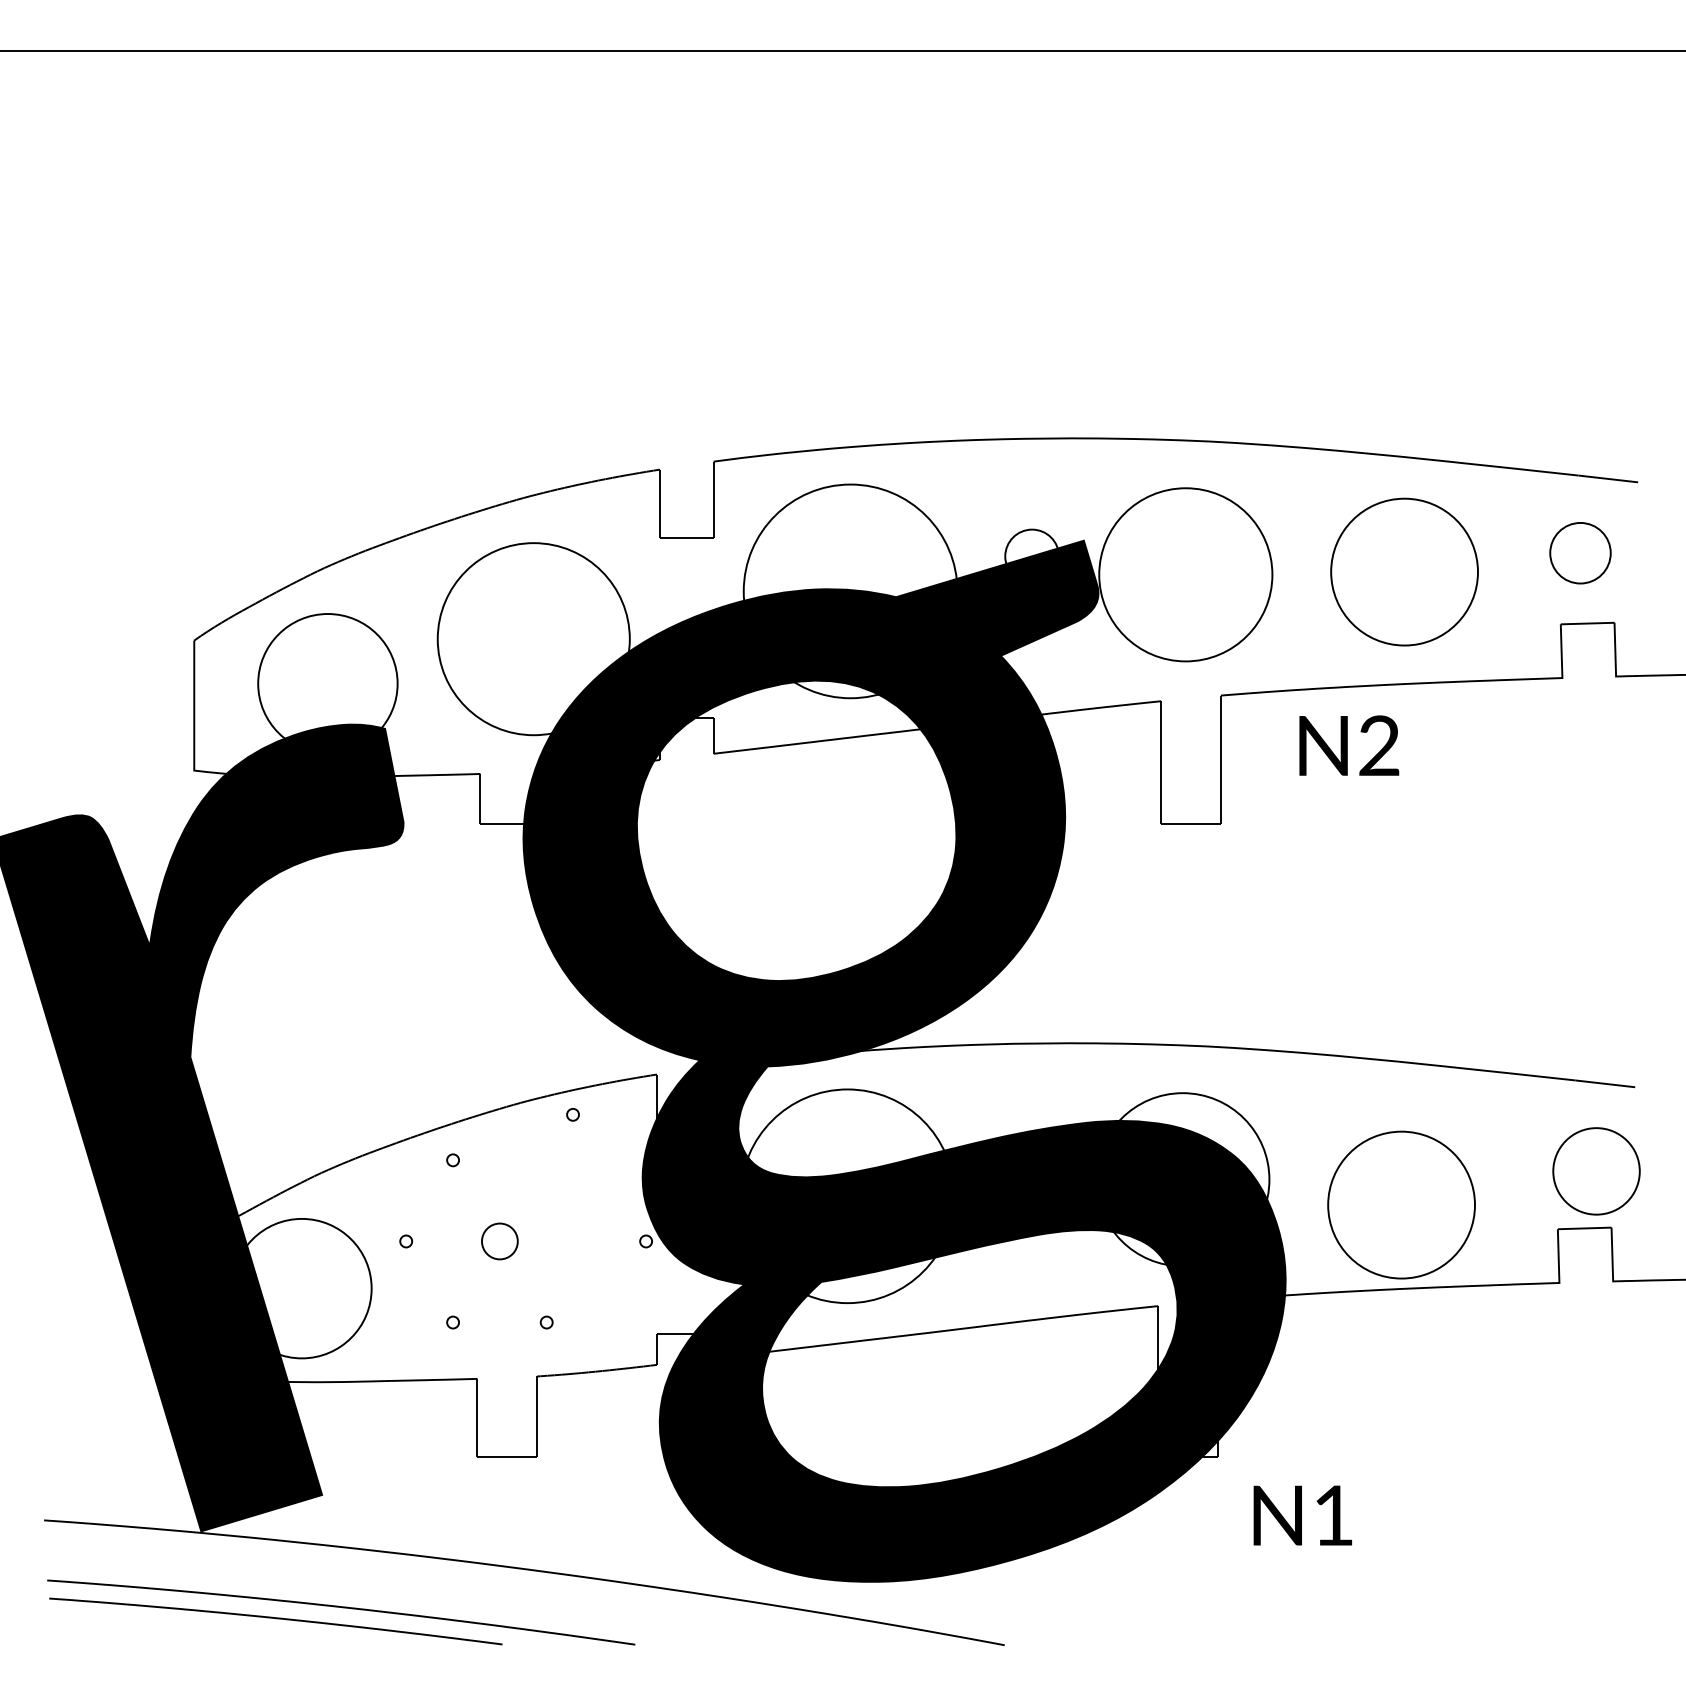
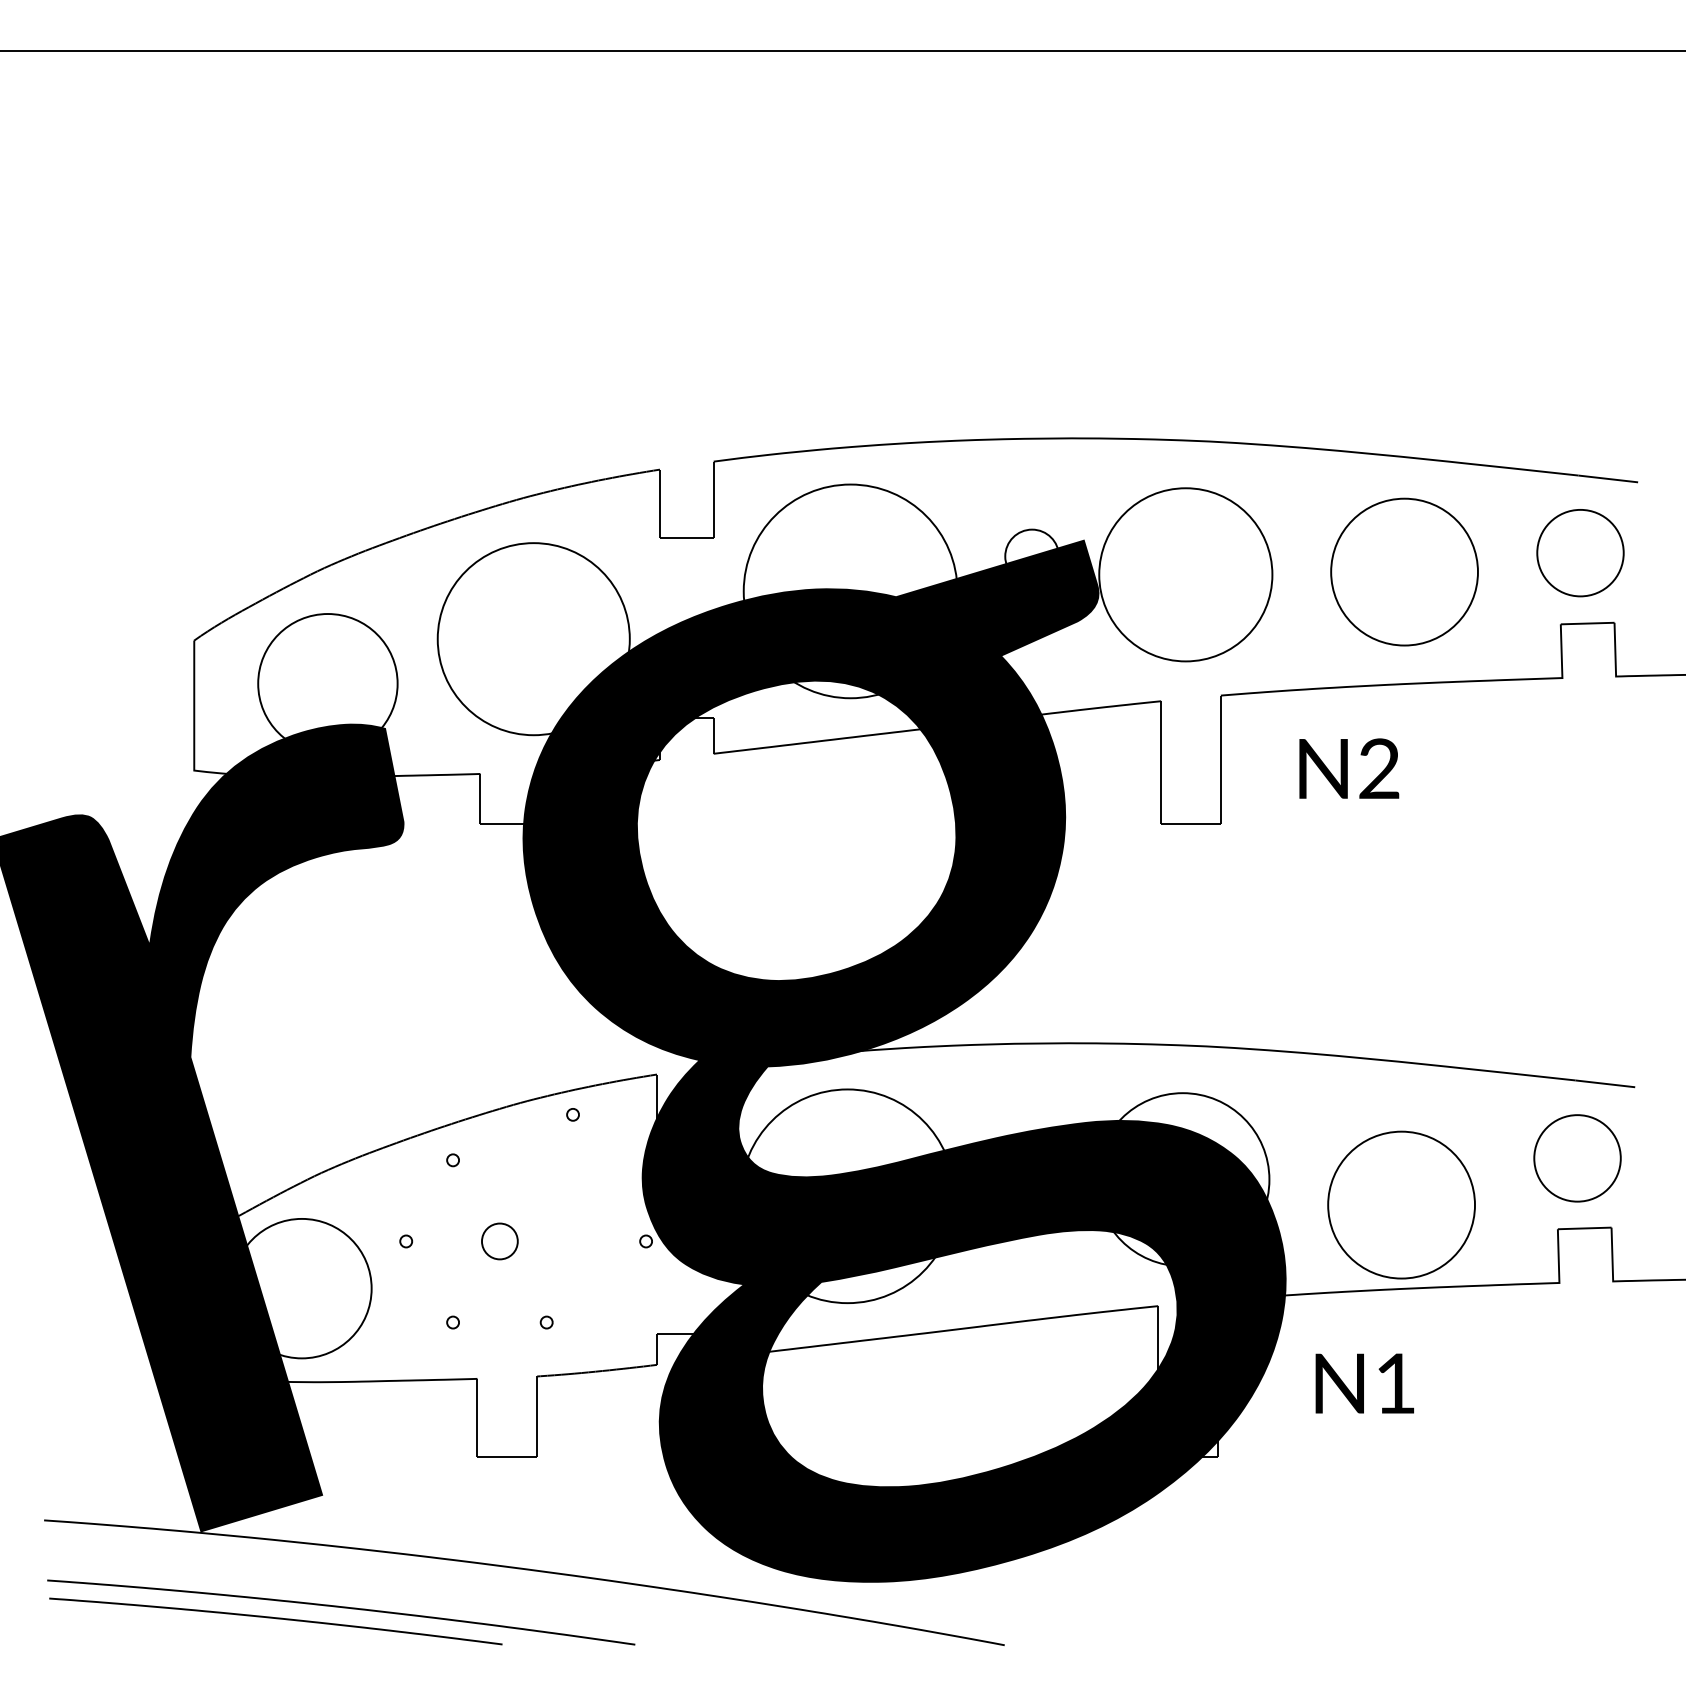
part at (1580, 553) size: 63x63 px -> 89x89 px
part at (1349, 745) position: (1349, 745) -> (1349, 768)
part at (1596, 1171) position: (1596, 1171) -> (1577, 1158)
part at (1302, 1515) position: (1302, 1515) -> (1364, 1383)
